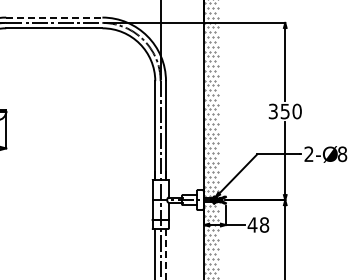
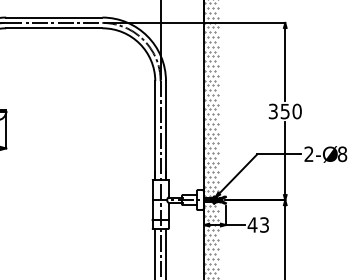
line at (54, 17): dashed -> solid
text at (264, 224): 48 -> 43
line at (166, 254): dashed -> solid
